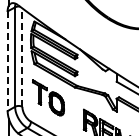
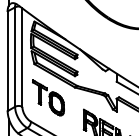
line at (22, 57): dashed -> solid
line at (7, 61): dashed -> solid
